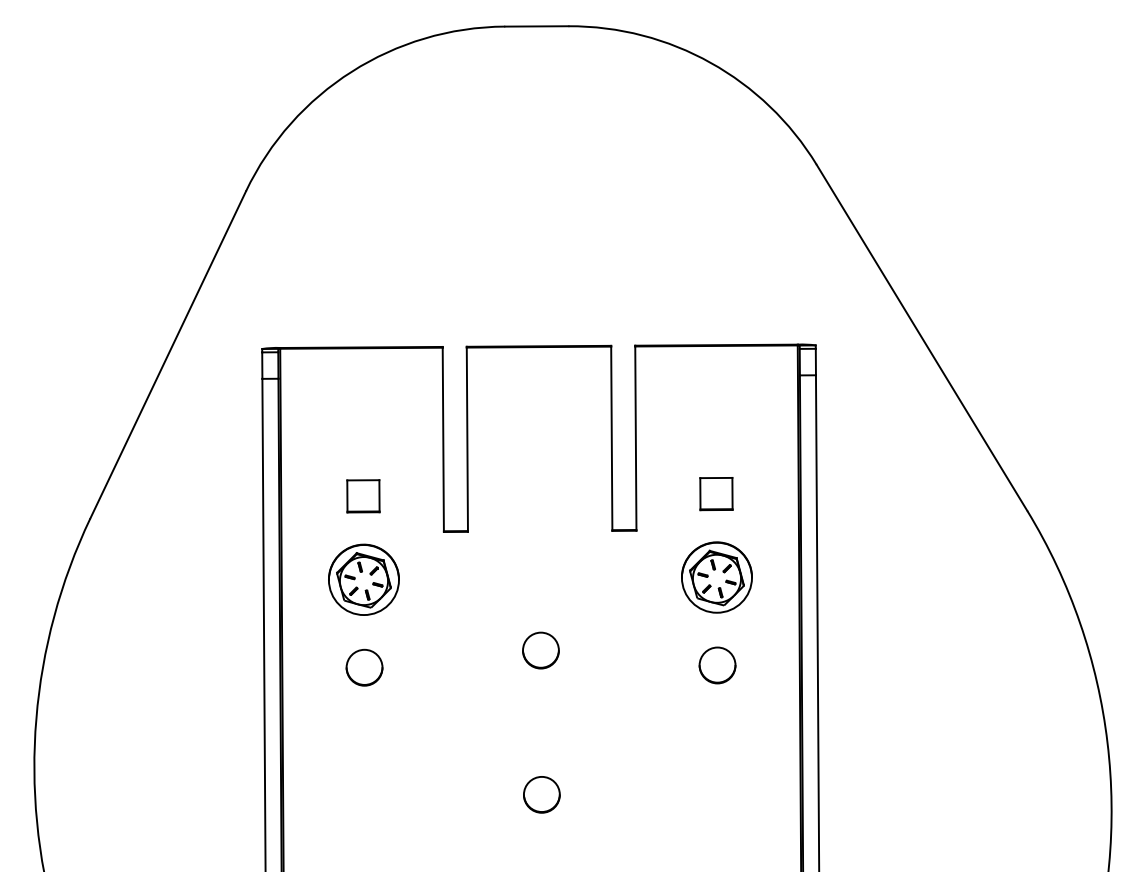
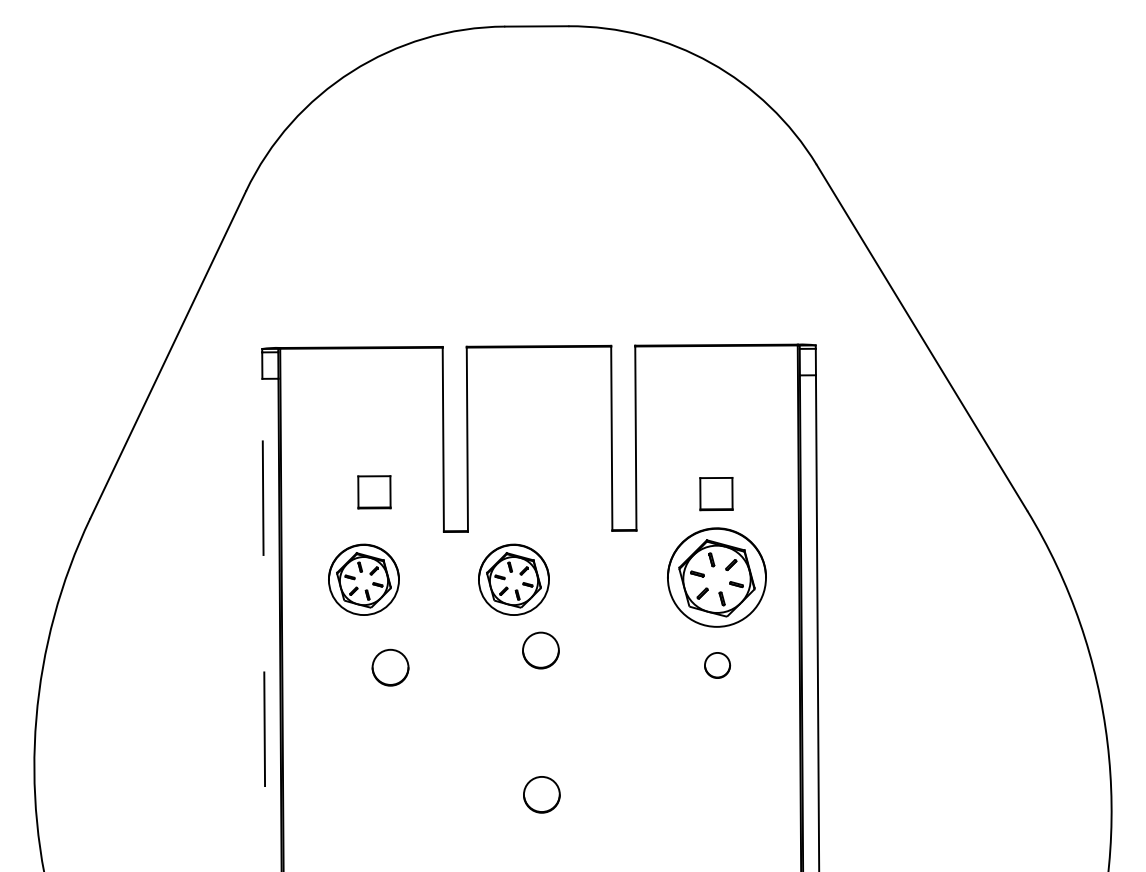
part at (363, 496) position: (363, 496) -> (374, 492)
part at (716, 577) size: 72x73 px -> 100x101 px
part at (513, 579): none -> present
line at (263, 624): solid -> dashed
part at (717, 665) size: 39x39 px -> 28x27 px
part at (364, 667) position: (364, 667) -> (390, 667)
